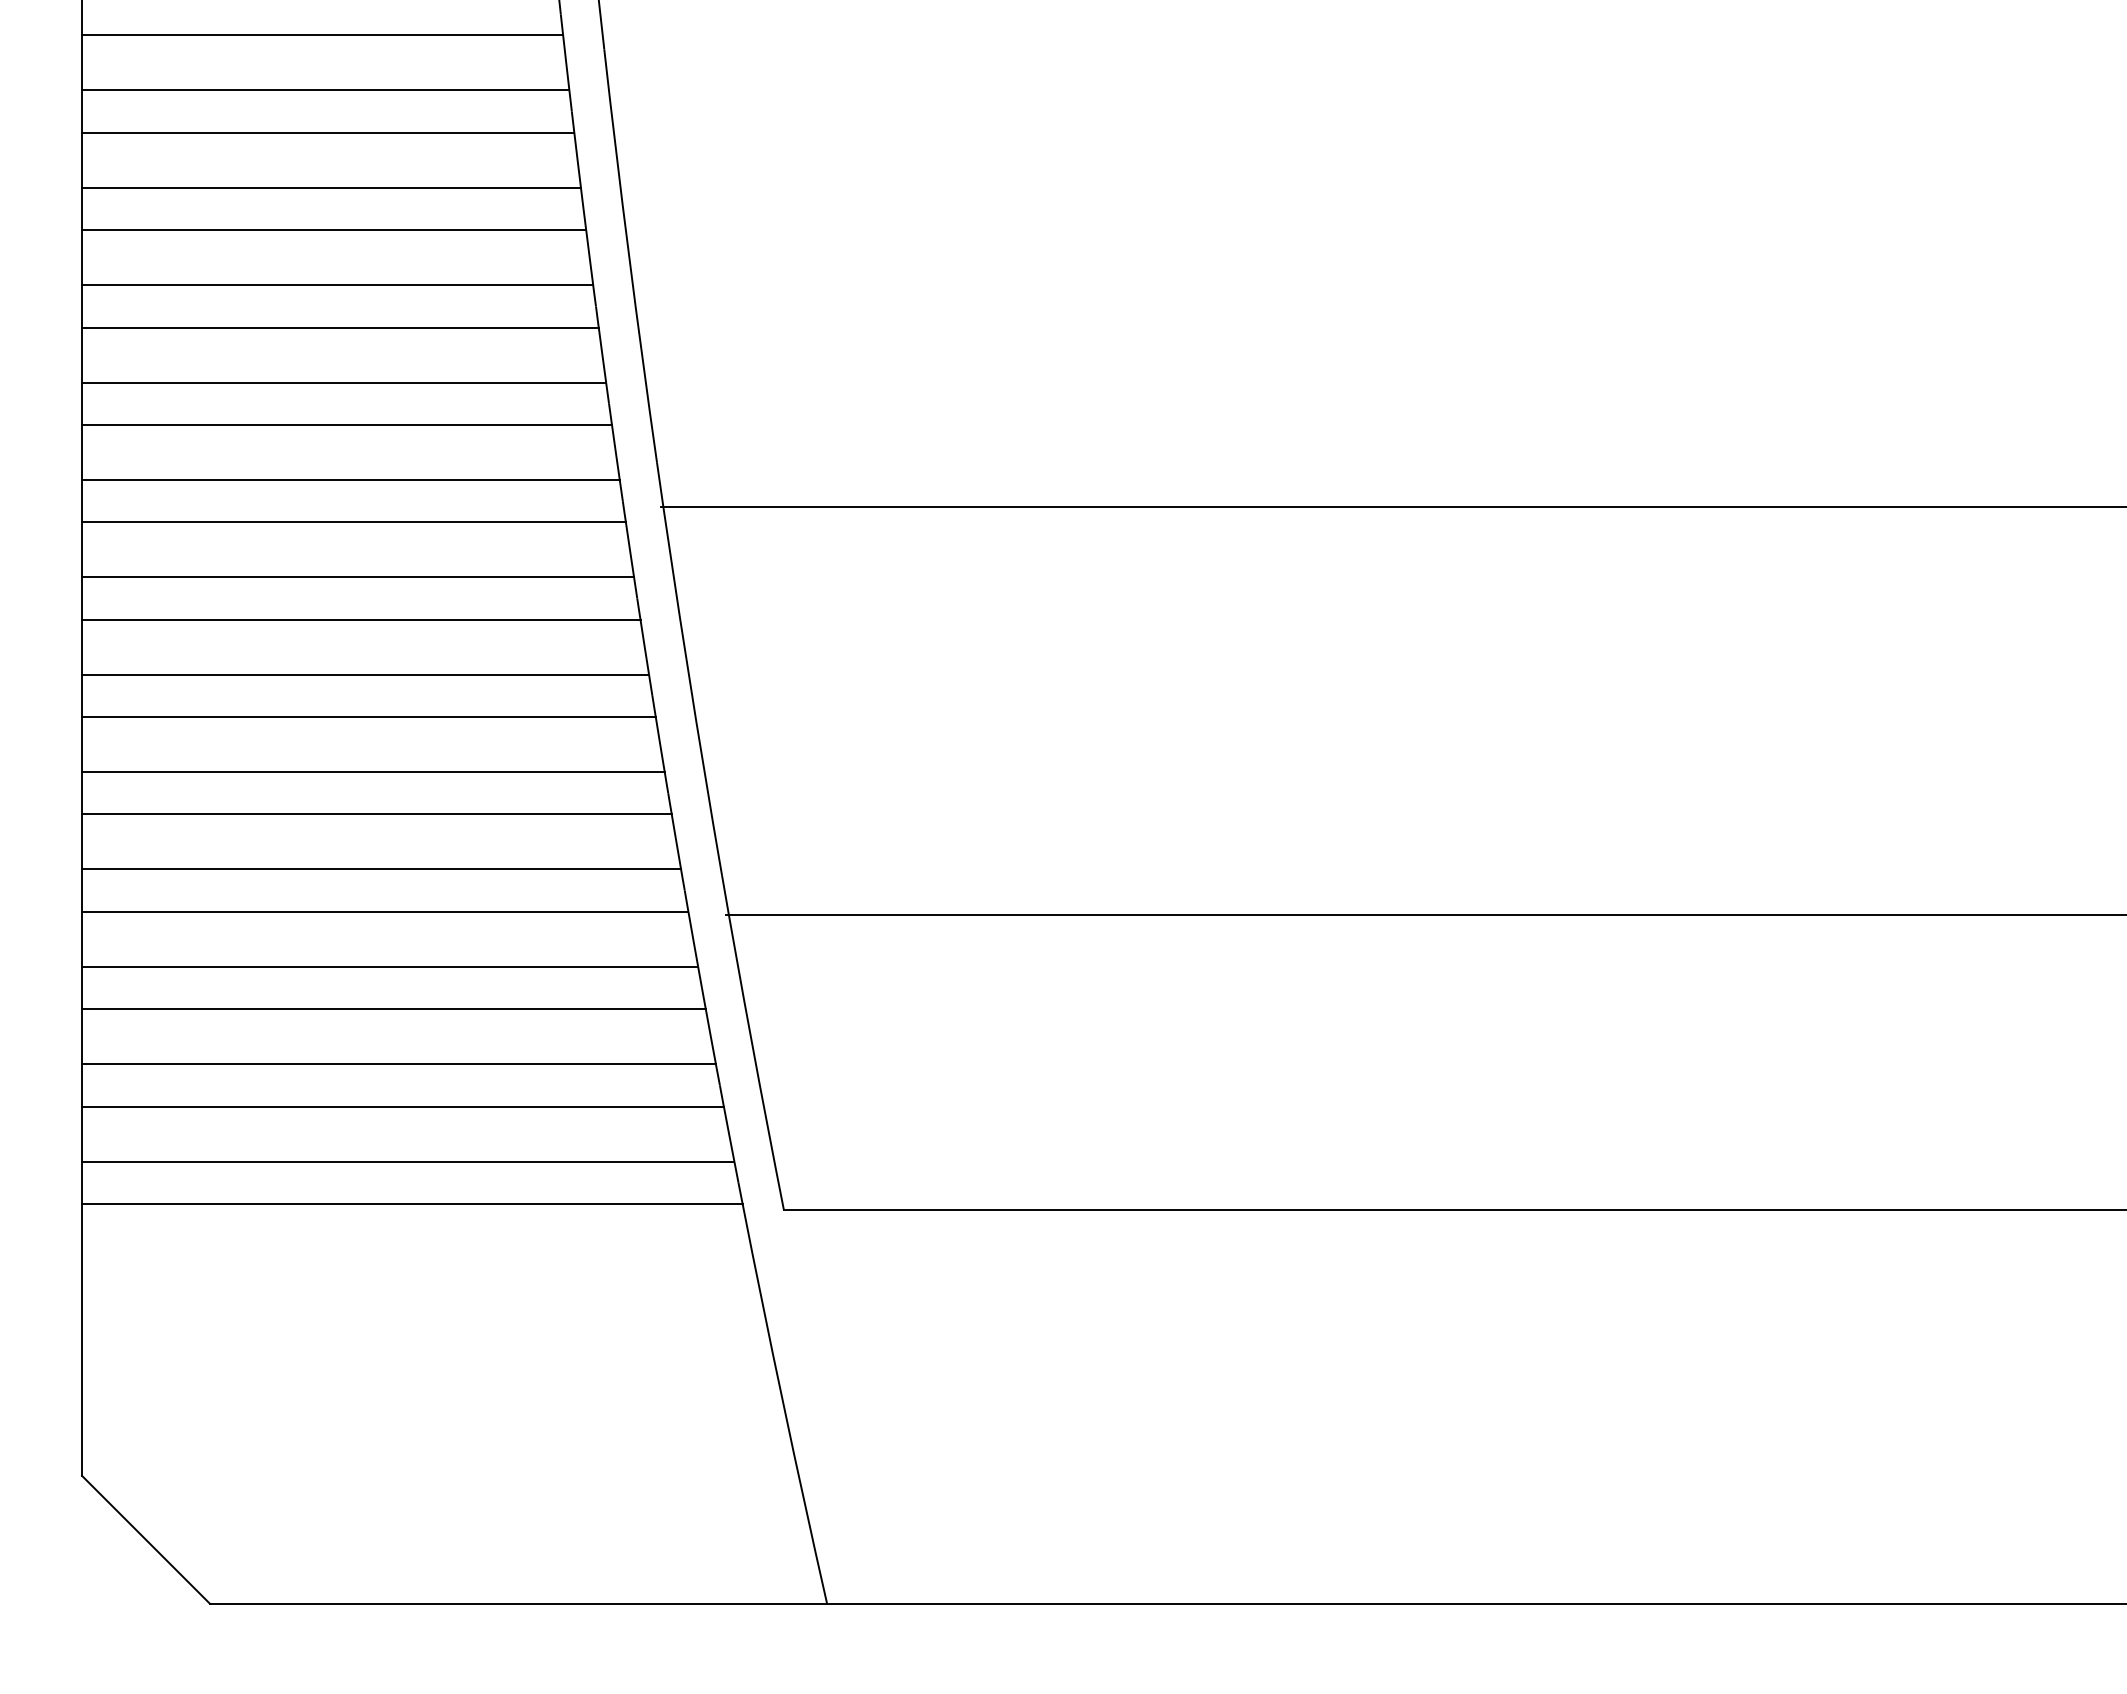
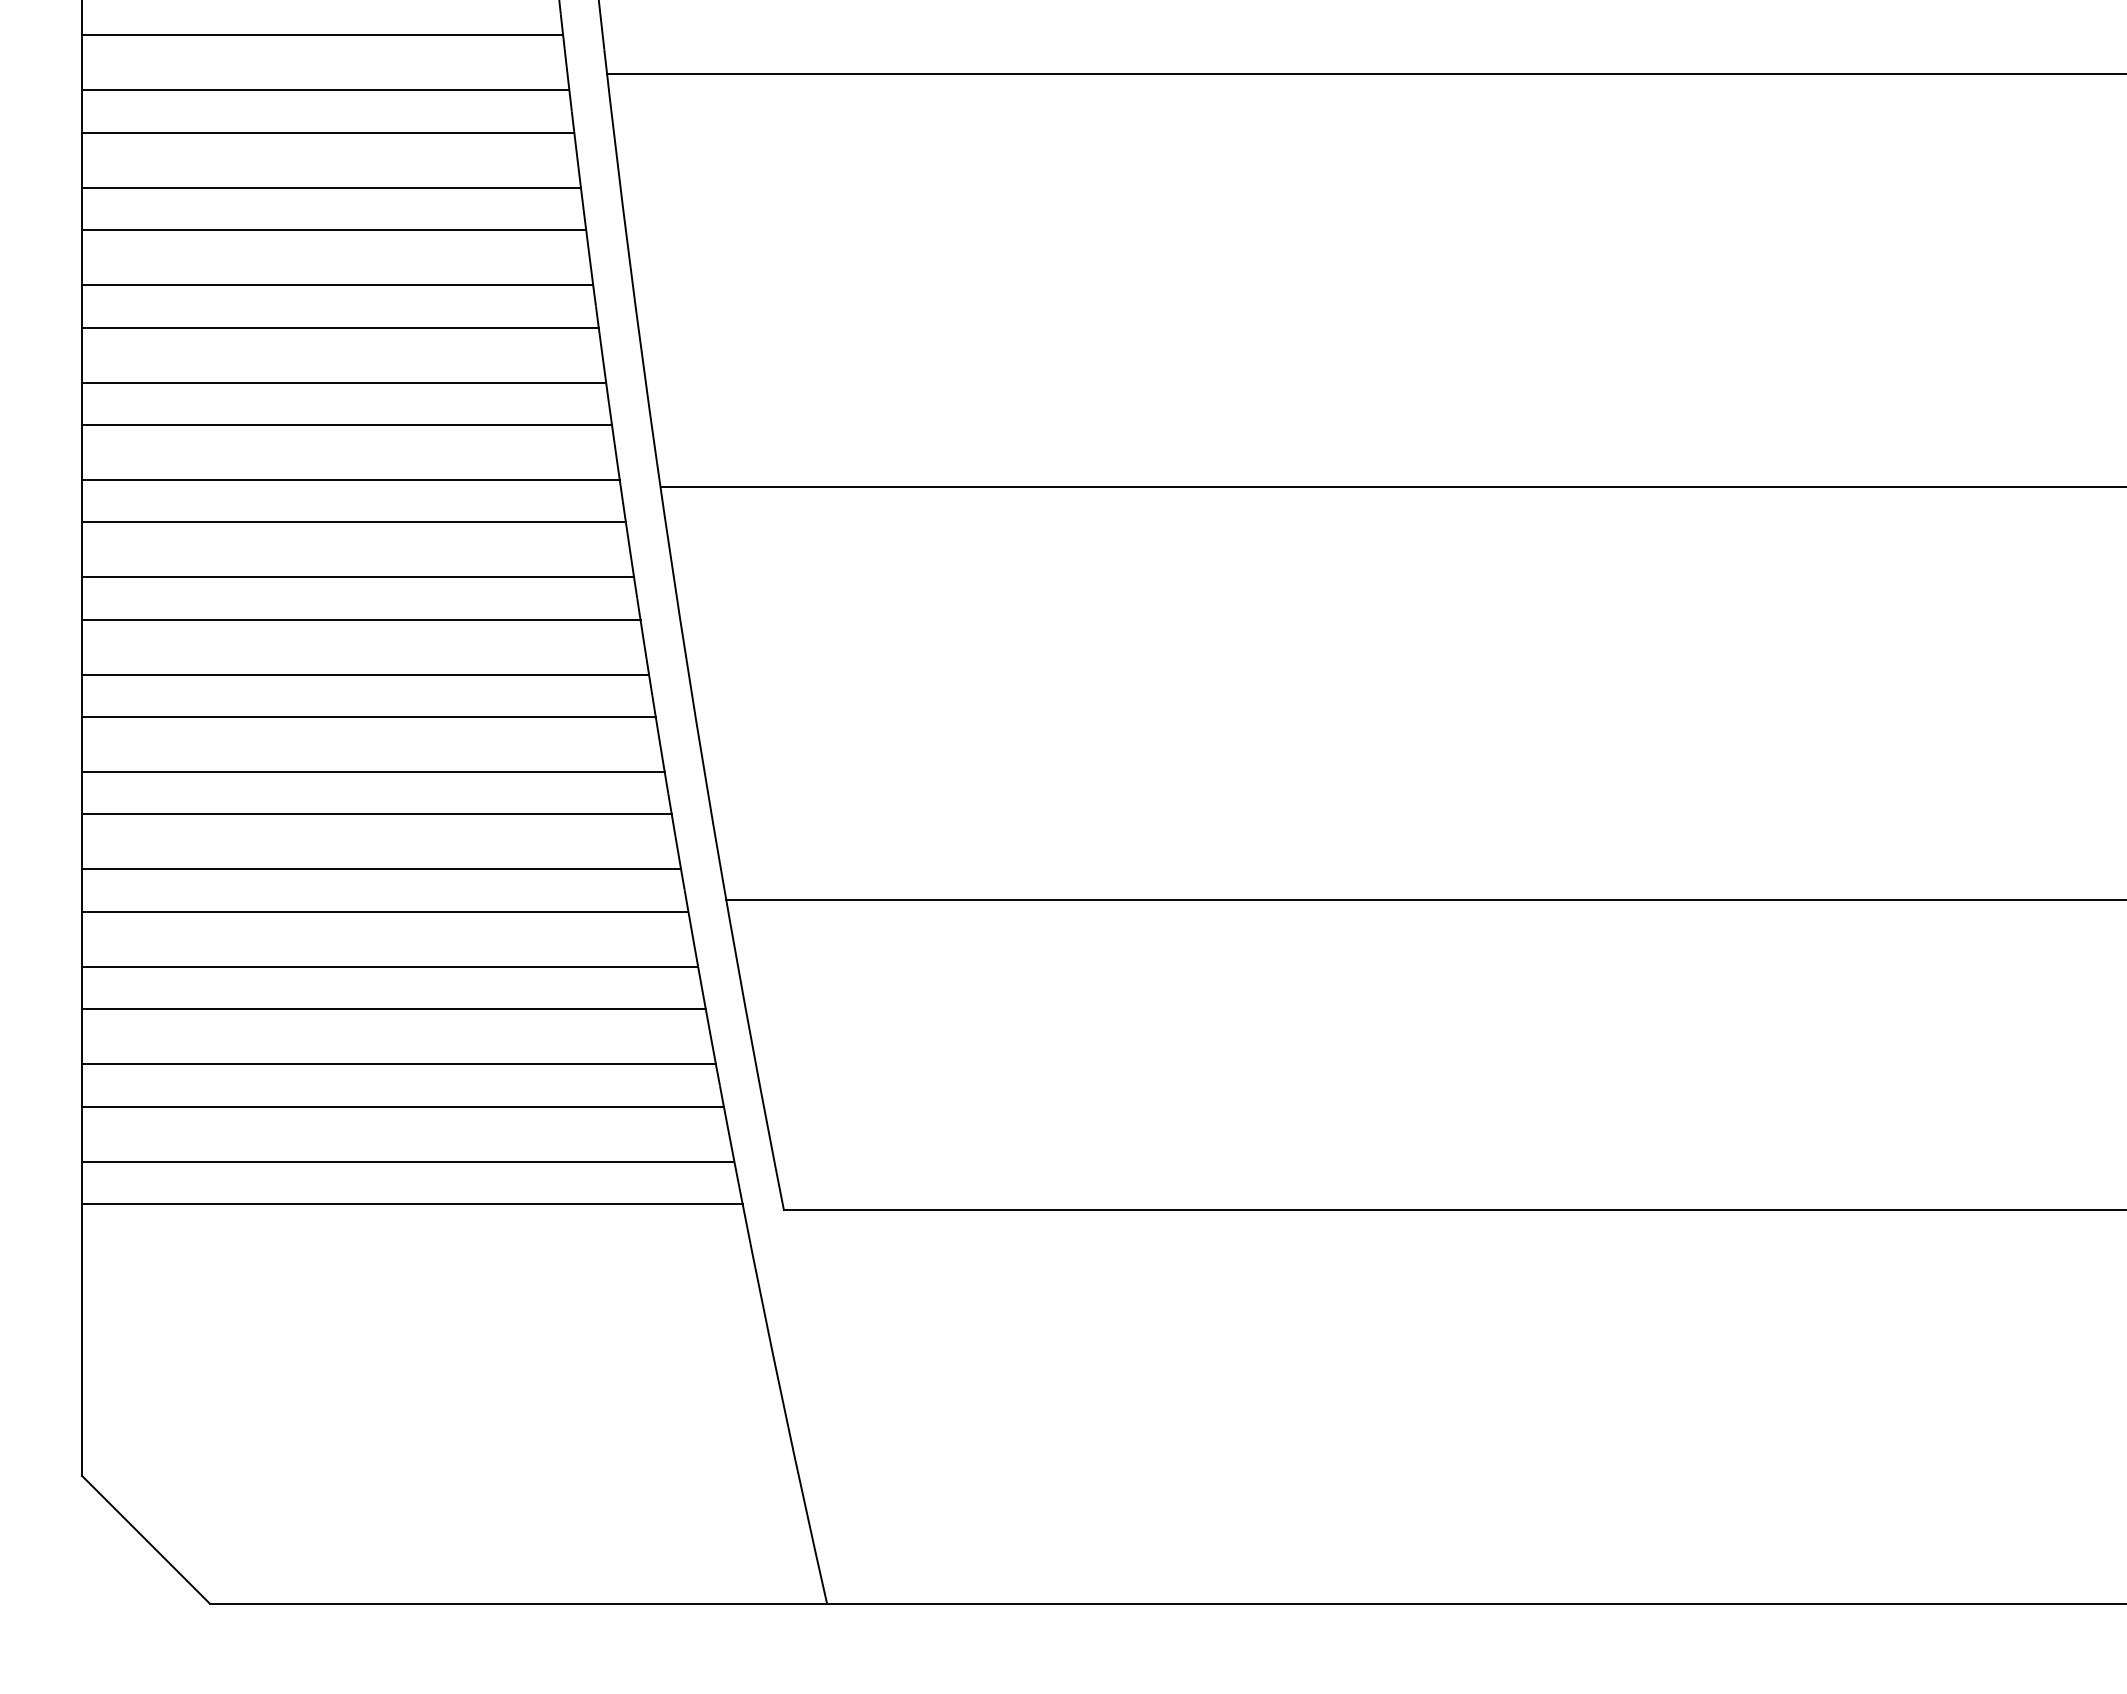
line at (1365, 74): none -> present
line at (1391, 507) position: (1391, 507) -> (1391, 487)
line at (1424, 915) position: (1424, 915) -> (1424, 900)
